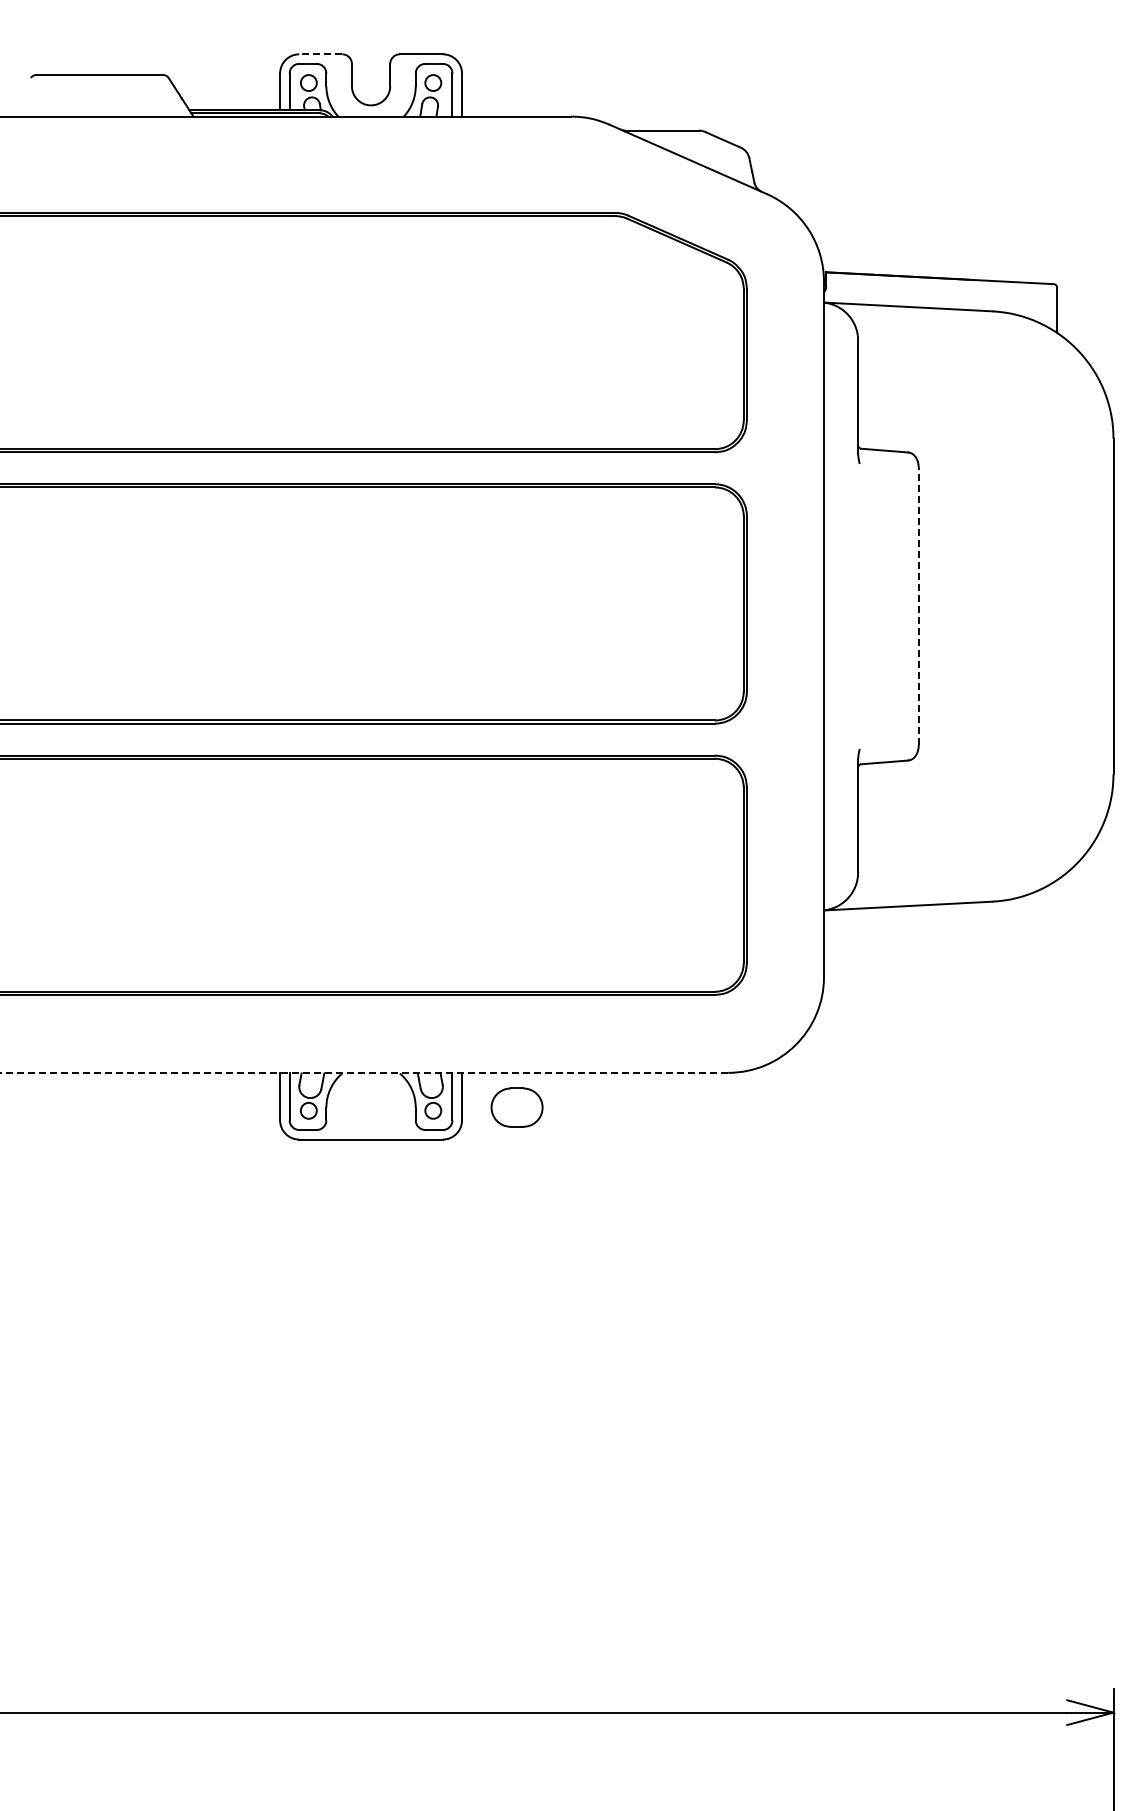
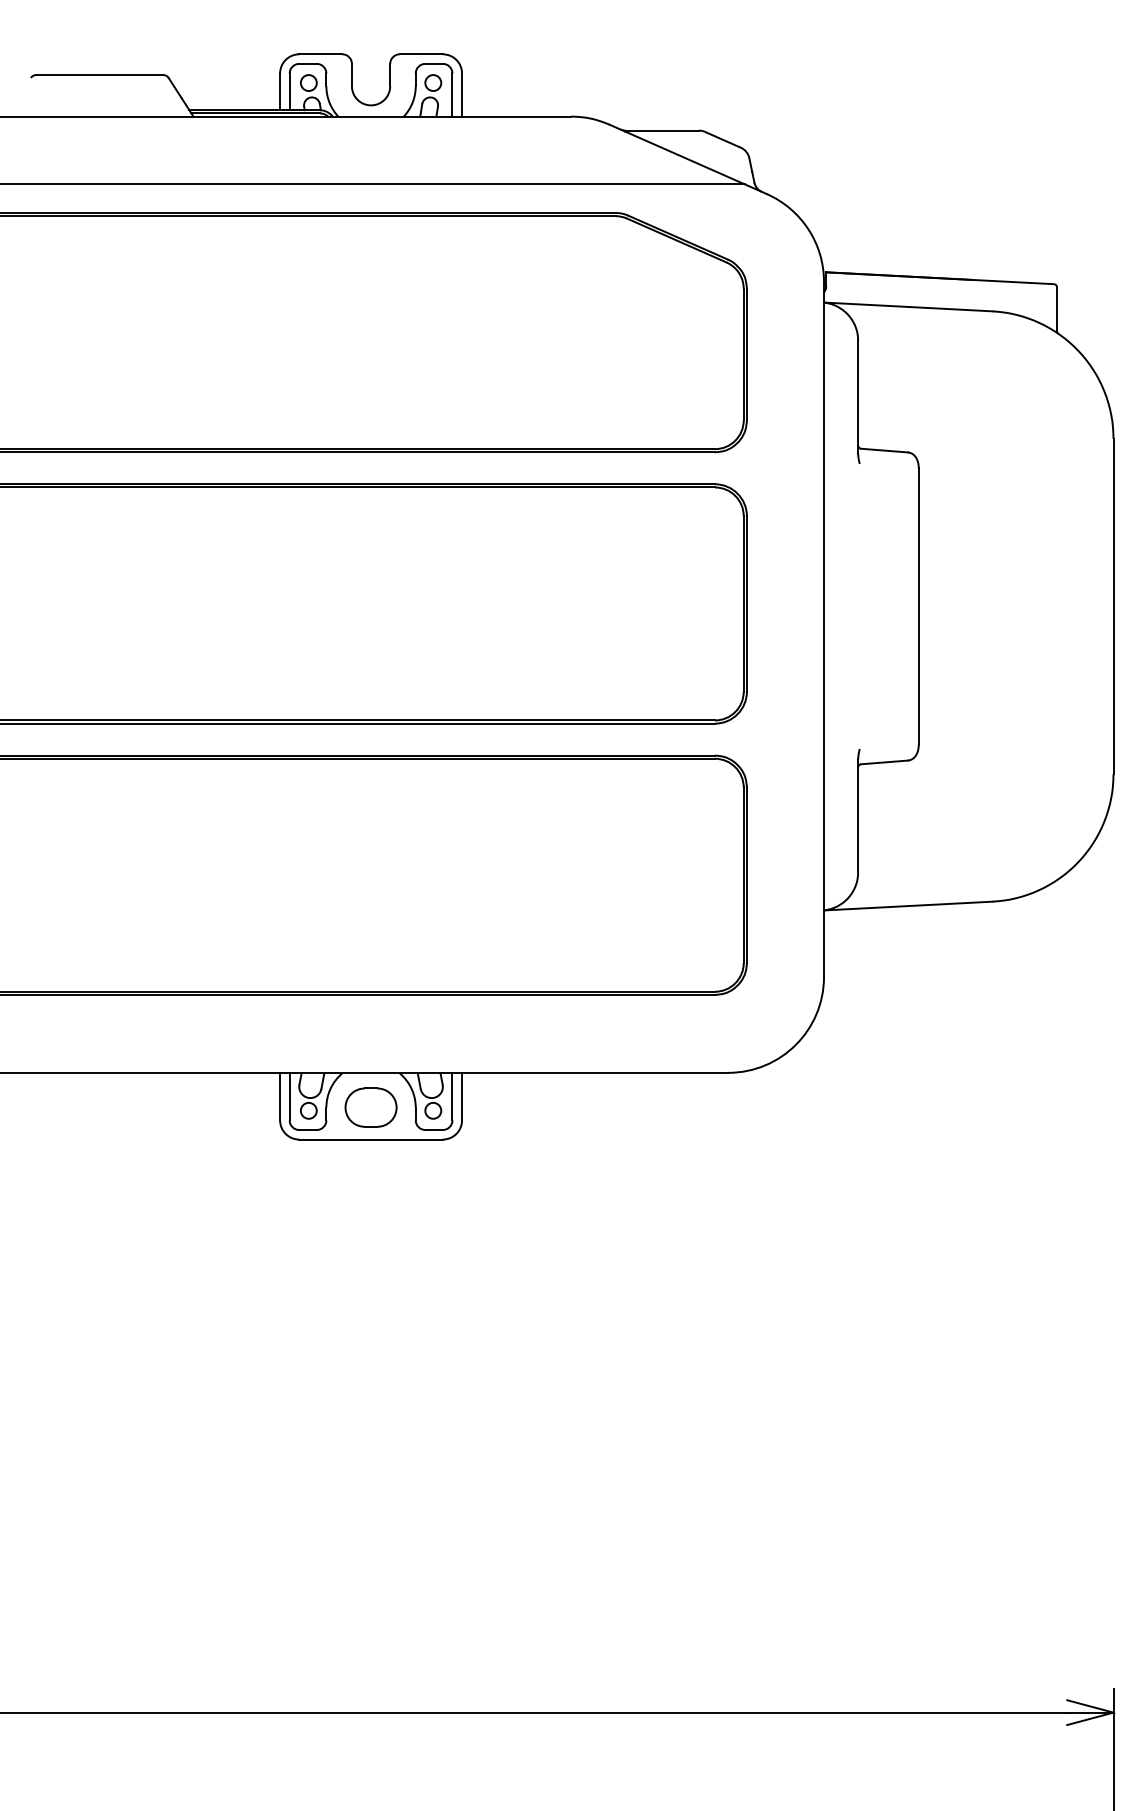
line at (320, 54): dashed -> solid
line at (373, 184): none -> present
line at (918, 606): dashed -> solid
line at (364, 1072): dashed -> solid
part at (516, 1107) position: (516, 1107) -> (370, 1107)
